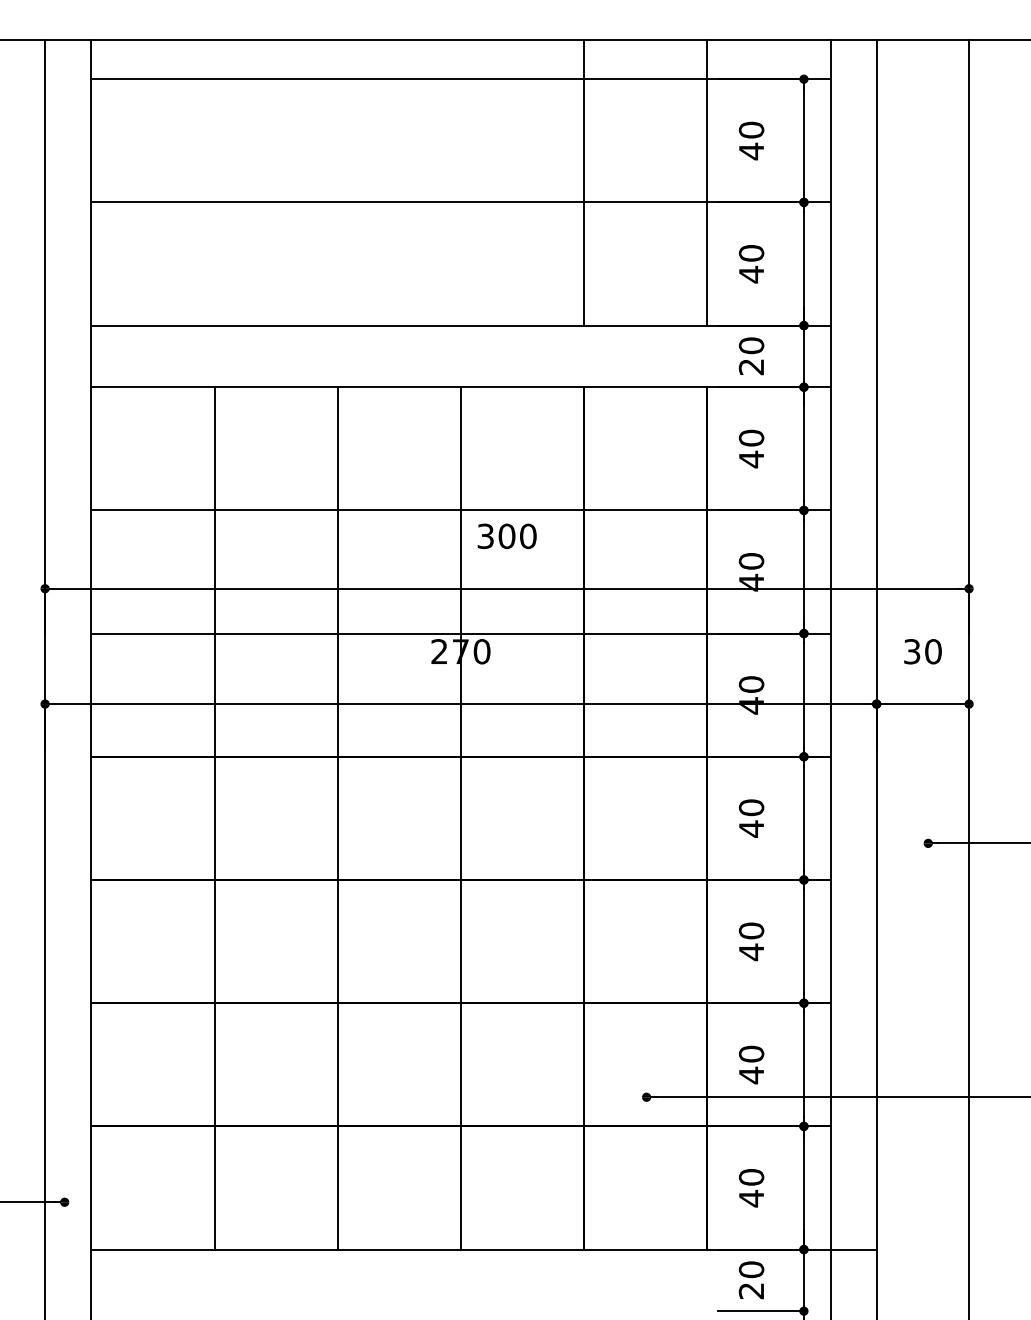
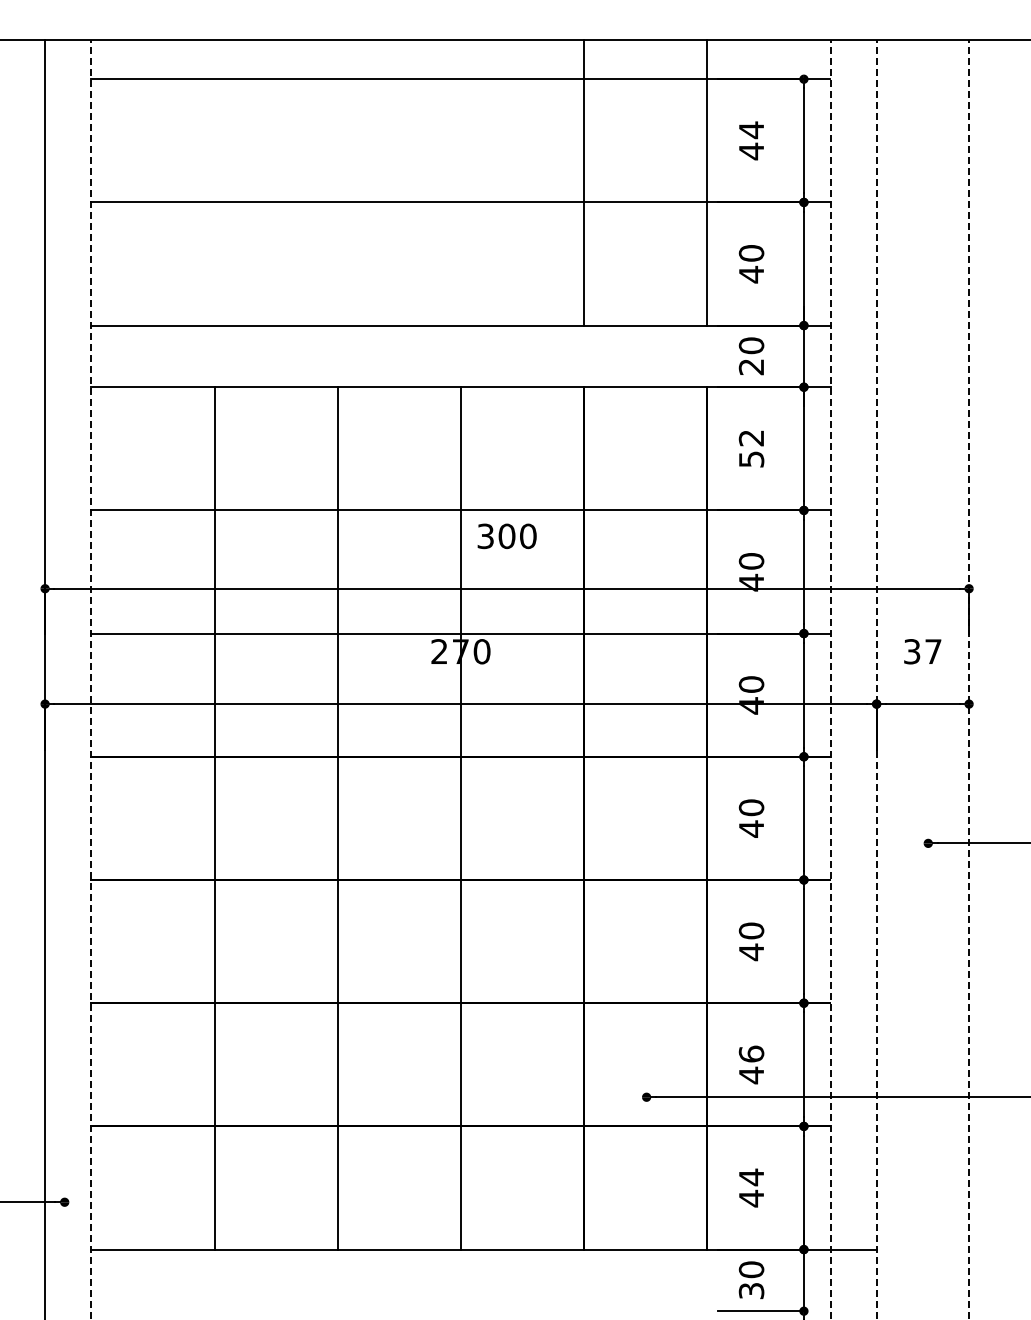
text at (751, 130): 40 -> 44
text at (751, 448): 40 -> 52
text at (933, 651): 30 -> 37
line at (91, 679): solid -> dashed
line at (830, 679): solid -> dashed
line at (876, 679): solid -> dashed
line at (969, 679): solid -> dashed
text at (750, 1053): 40 -> 46
text at (751, 1177): 40 -> 44
text at (751, 1291): 20 -> 30
